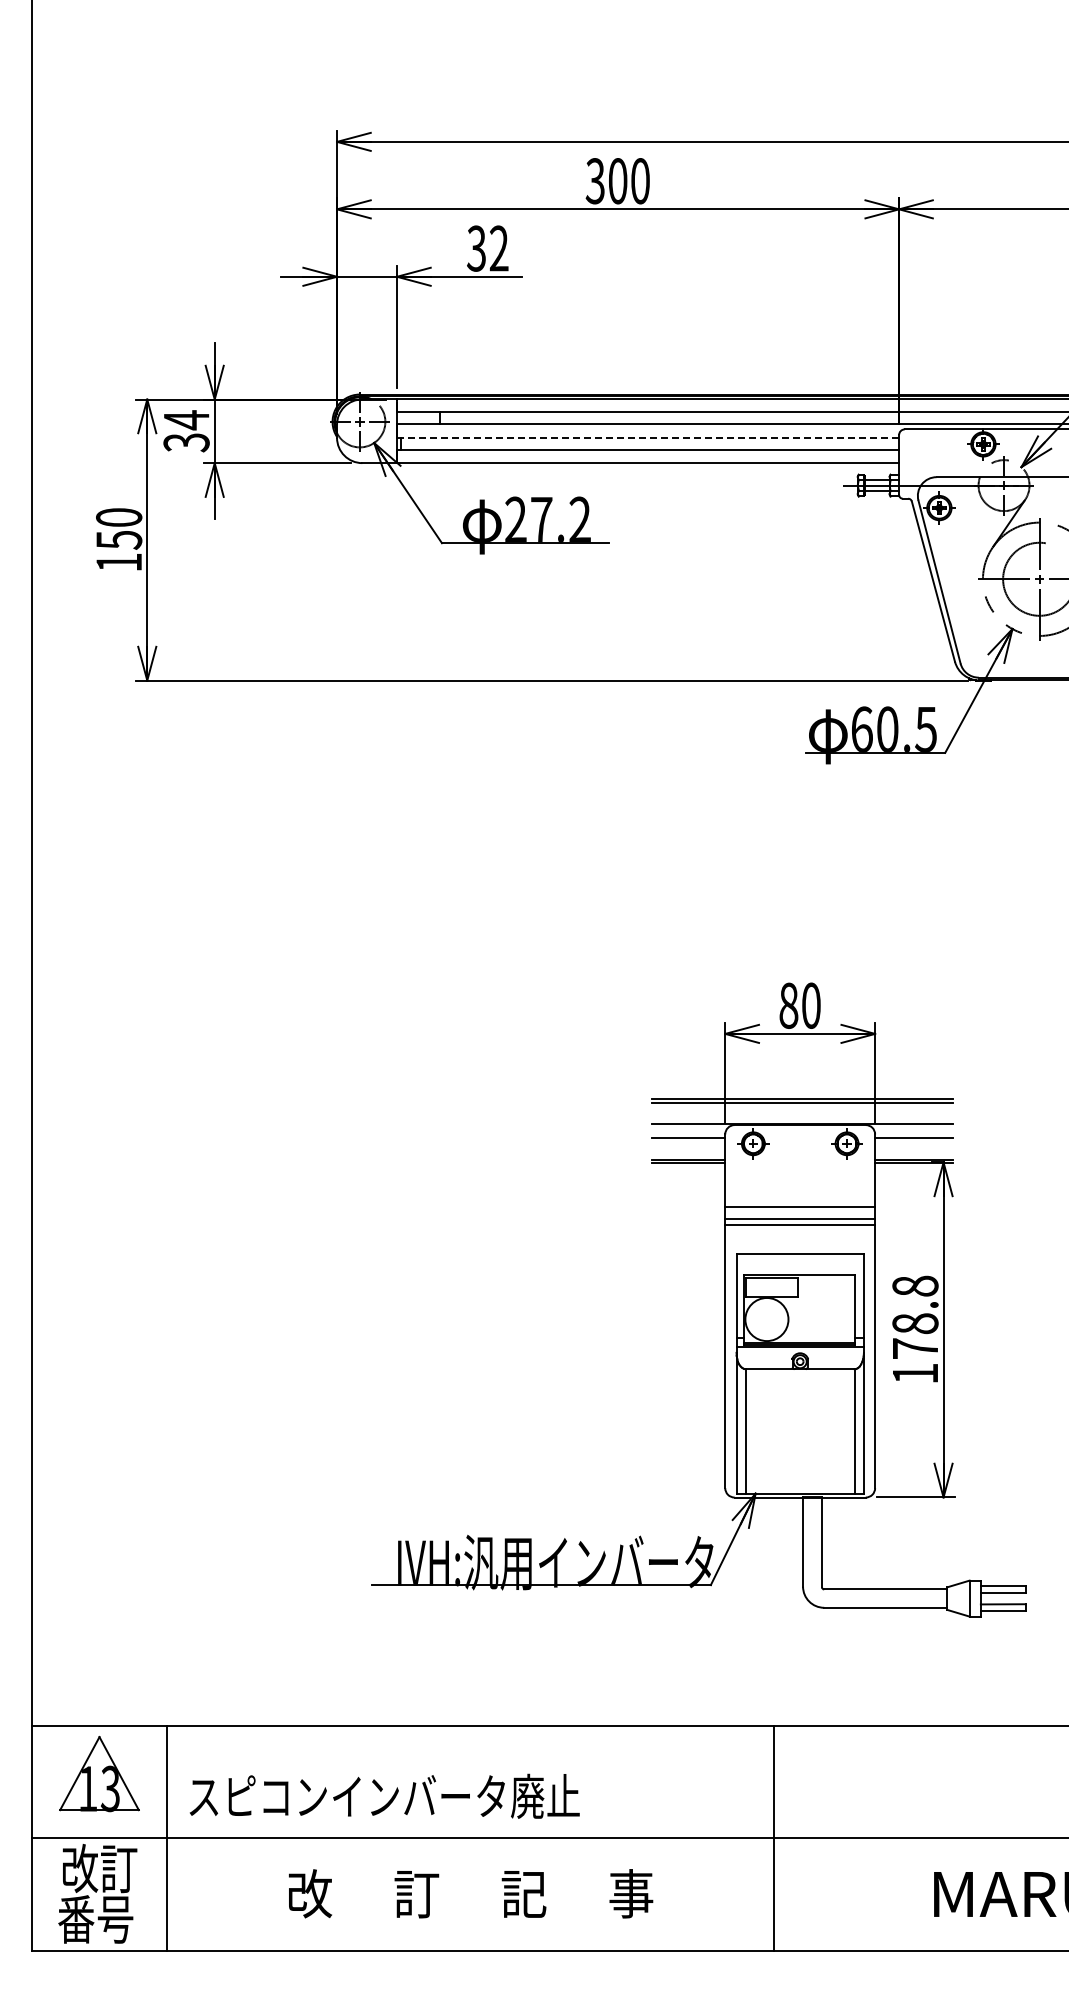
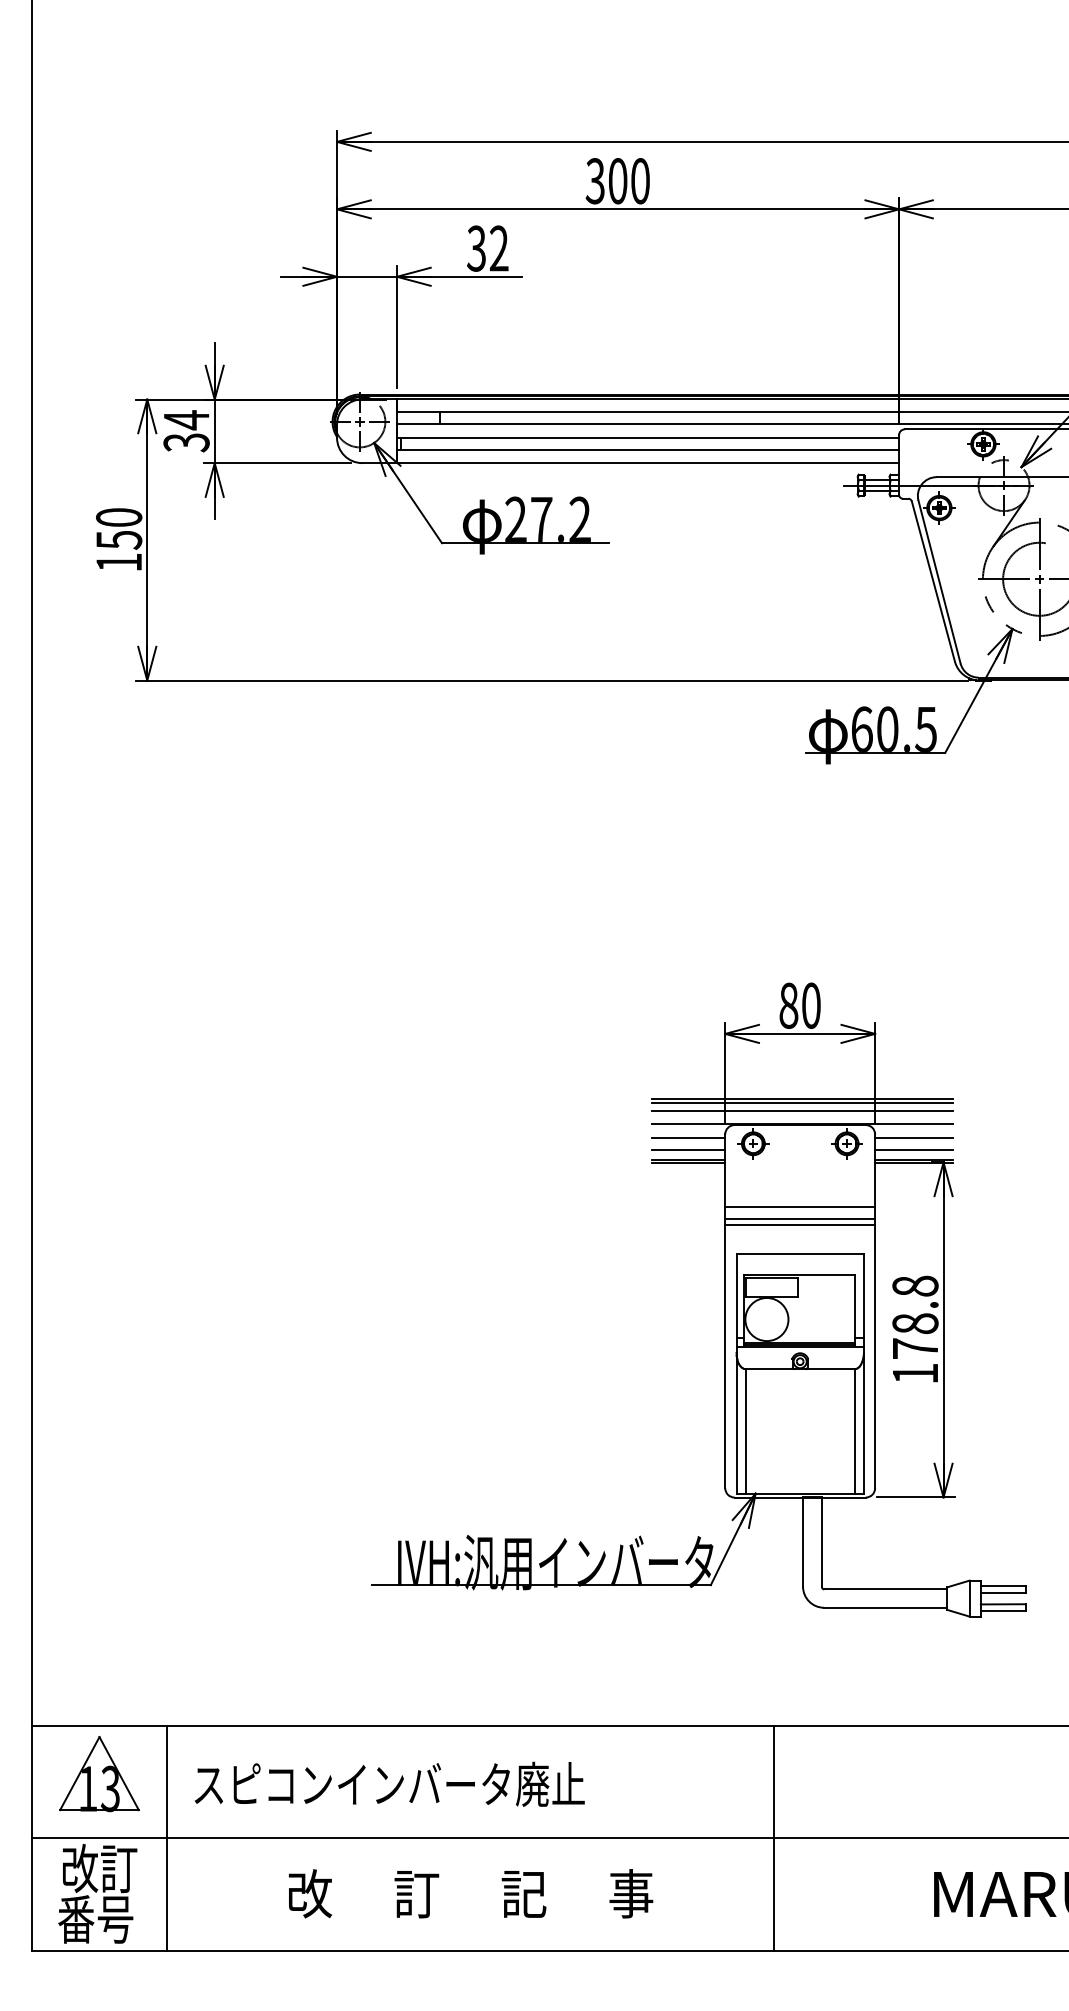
line at (647, 438): dashed -> solid
line at (802, 1111): none -> present
line at (688, 1149): none -> present
line at (914, 1149): none -> present
text at (384, 1795) position: (384, 1795) -> (389, 1783)
